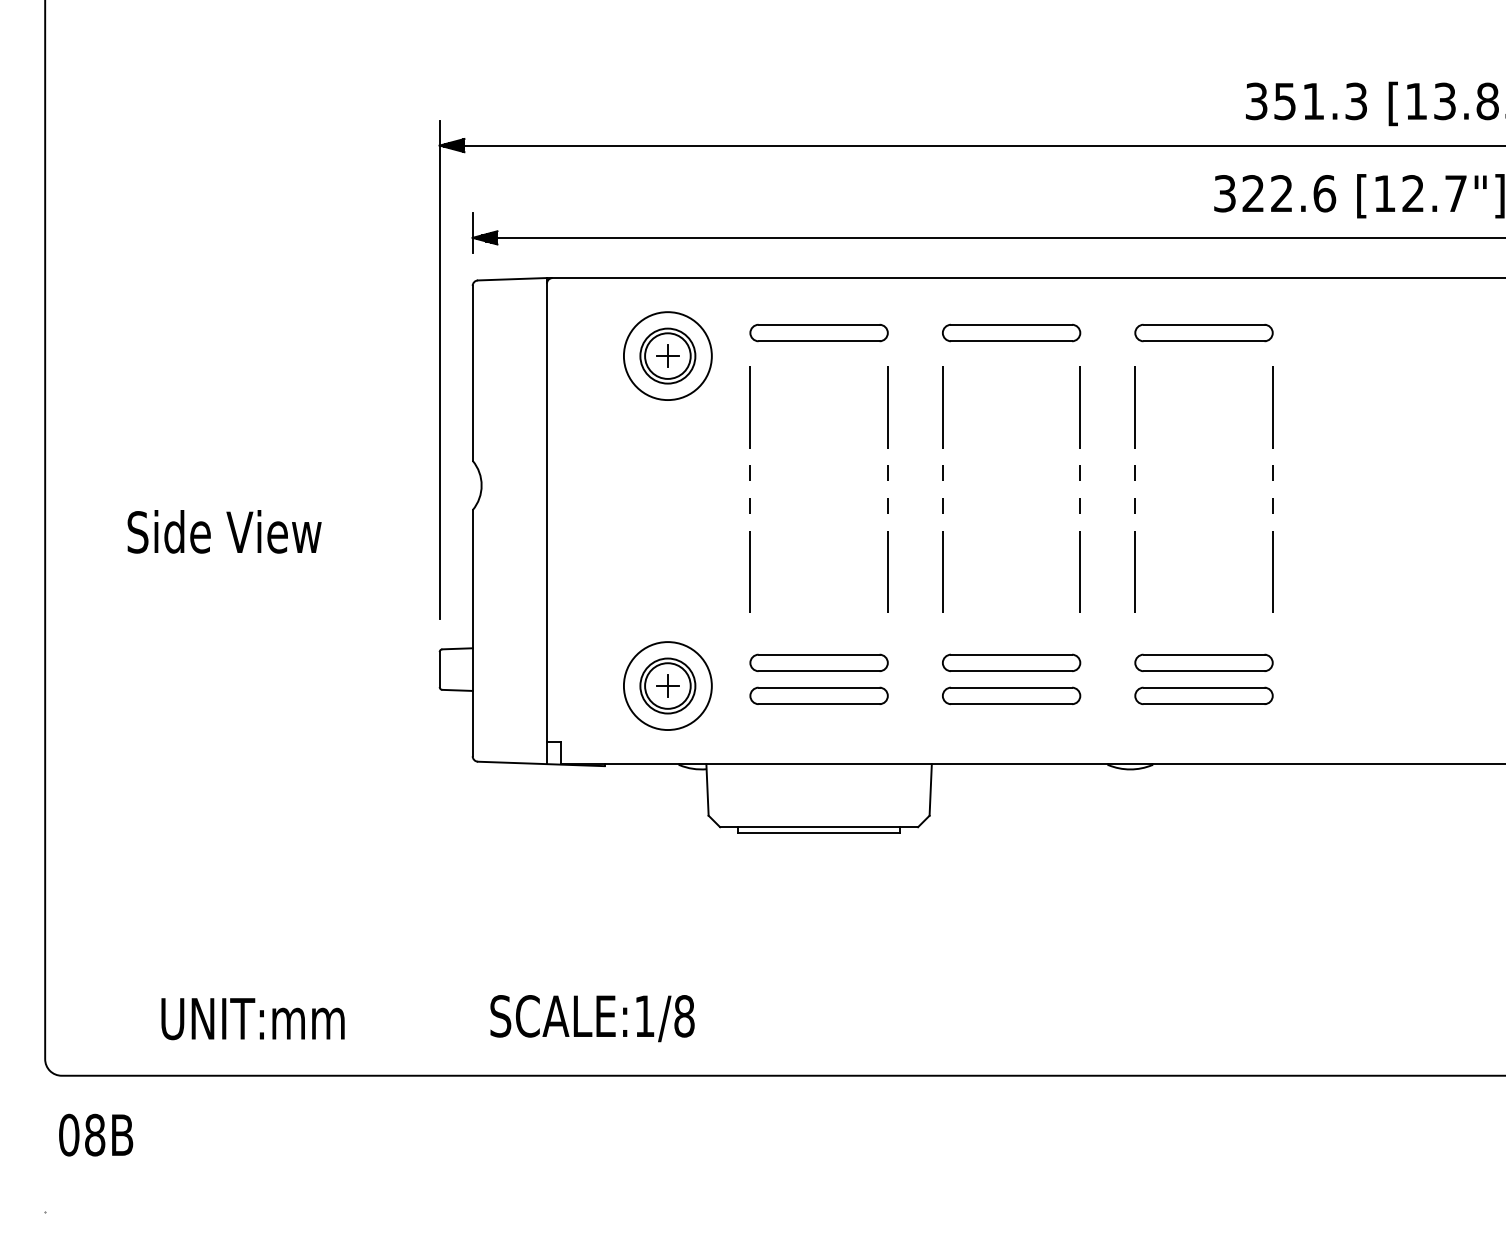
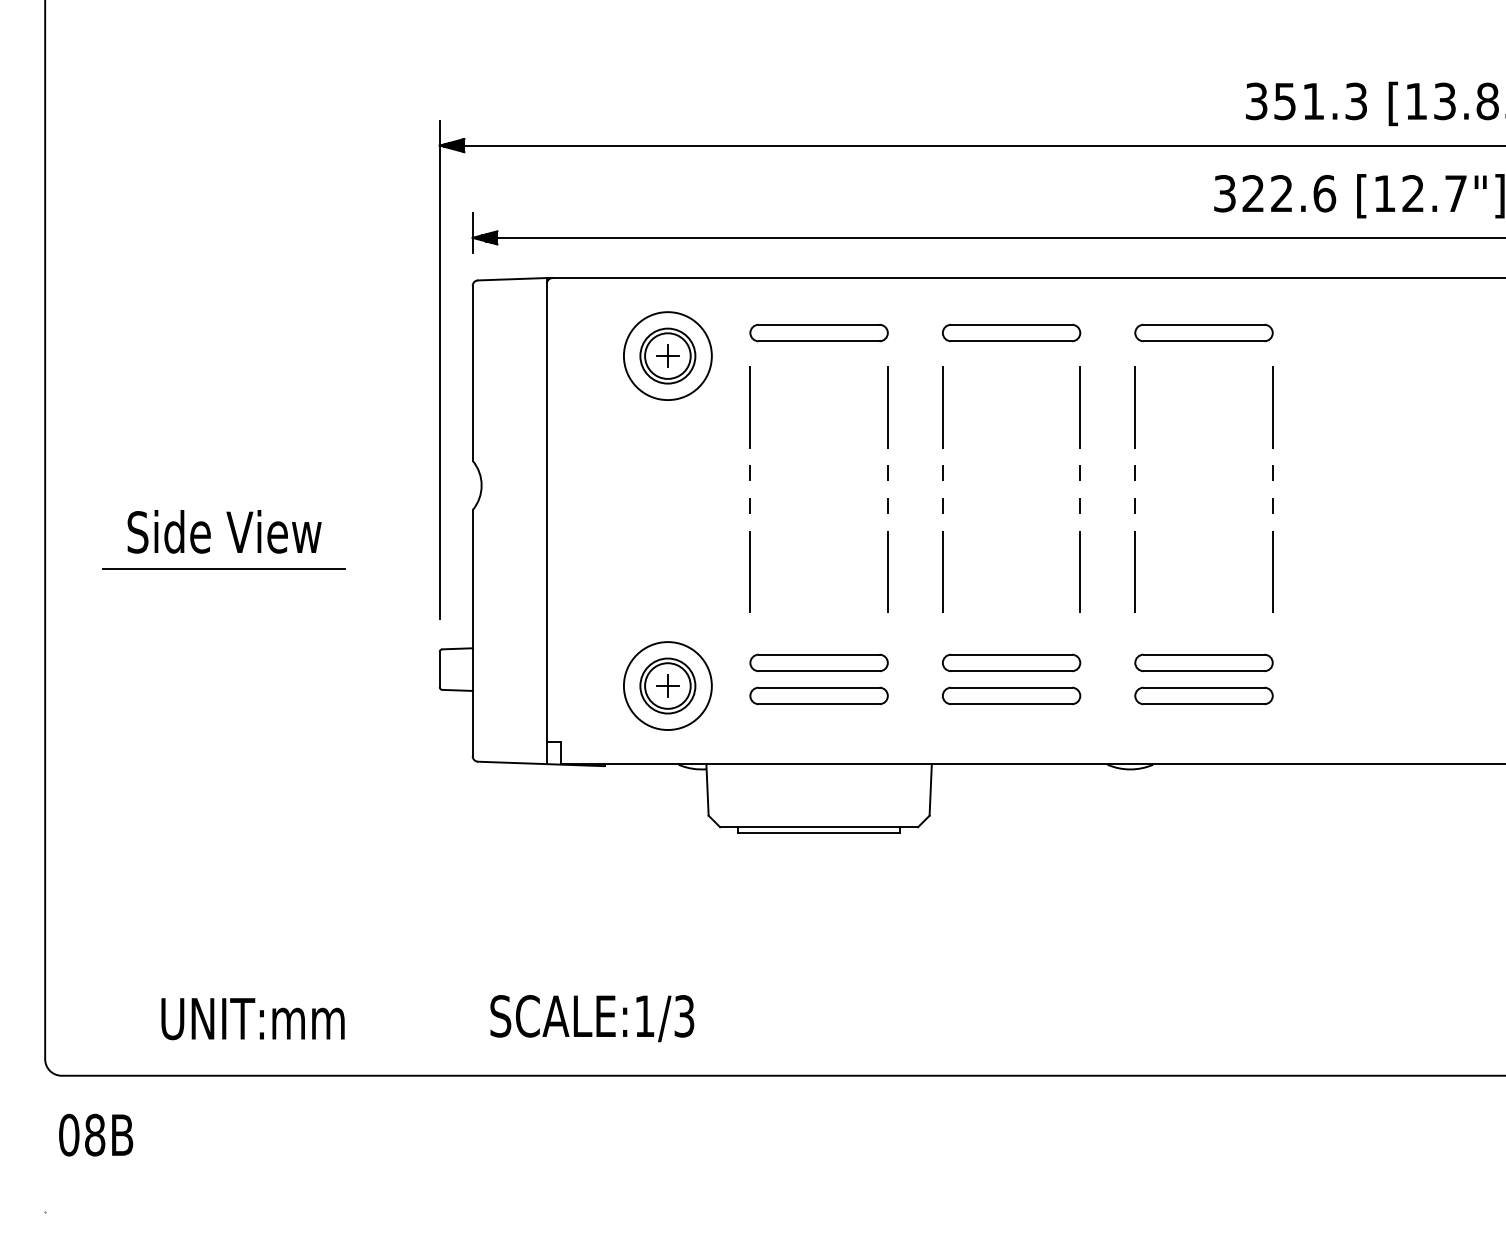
line at (224, 569): none -> present
text at (684, 1016): SCALE:1/8 -> SCALE:1/3
